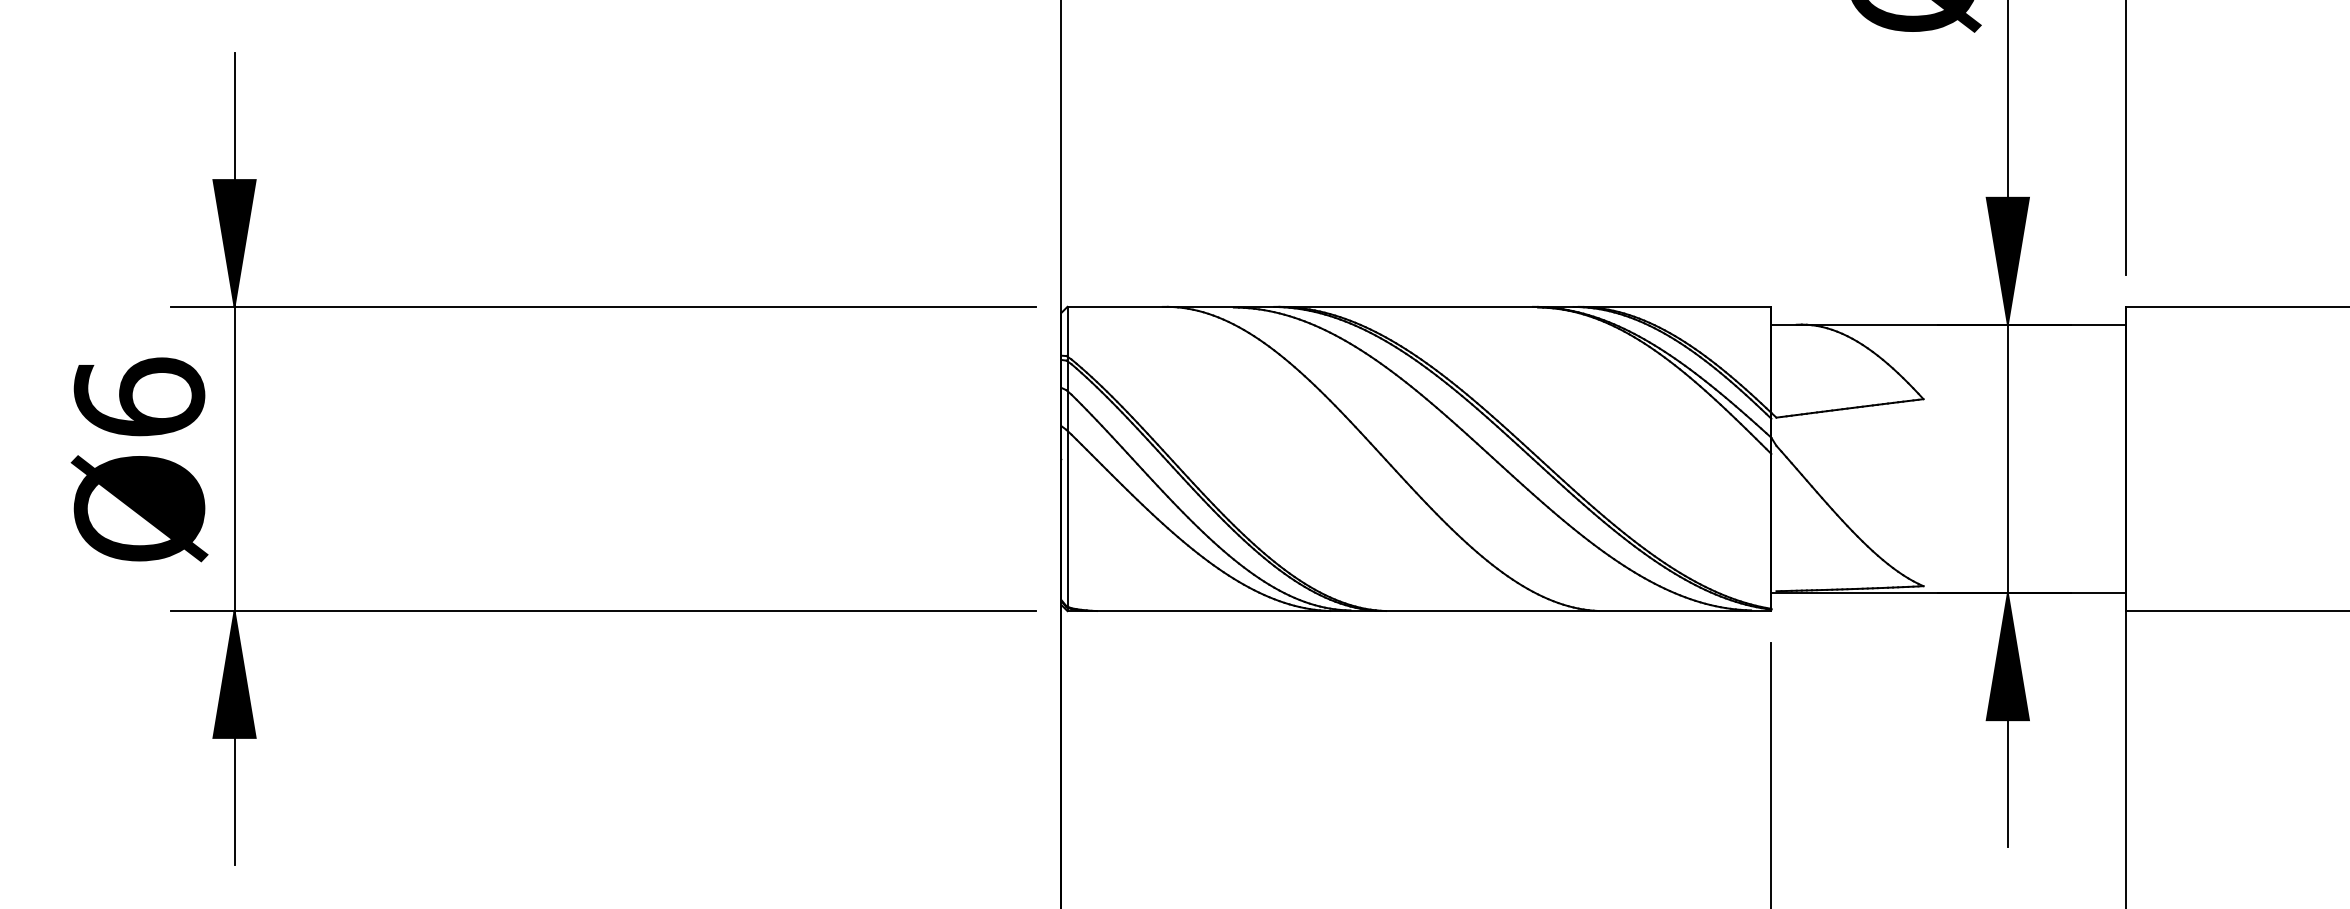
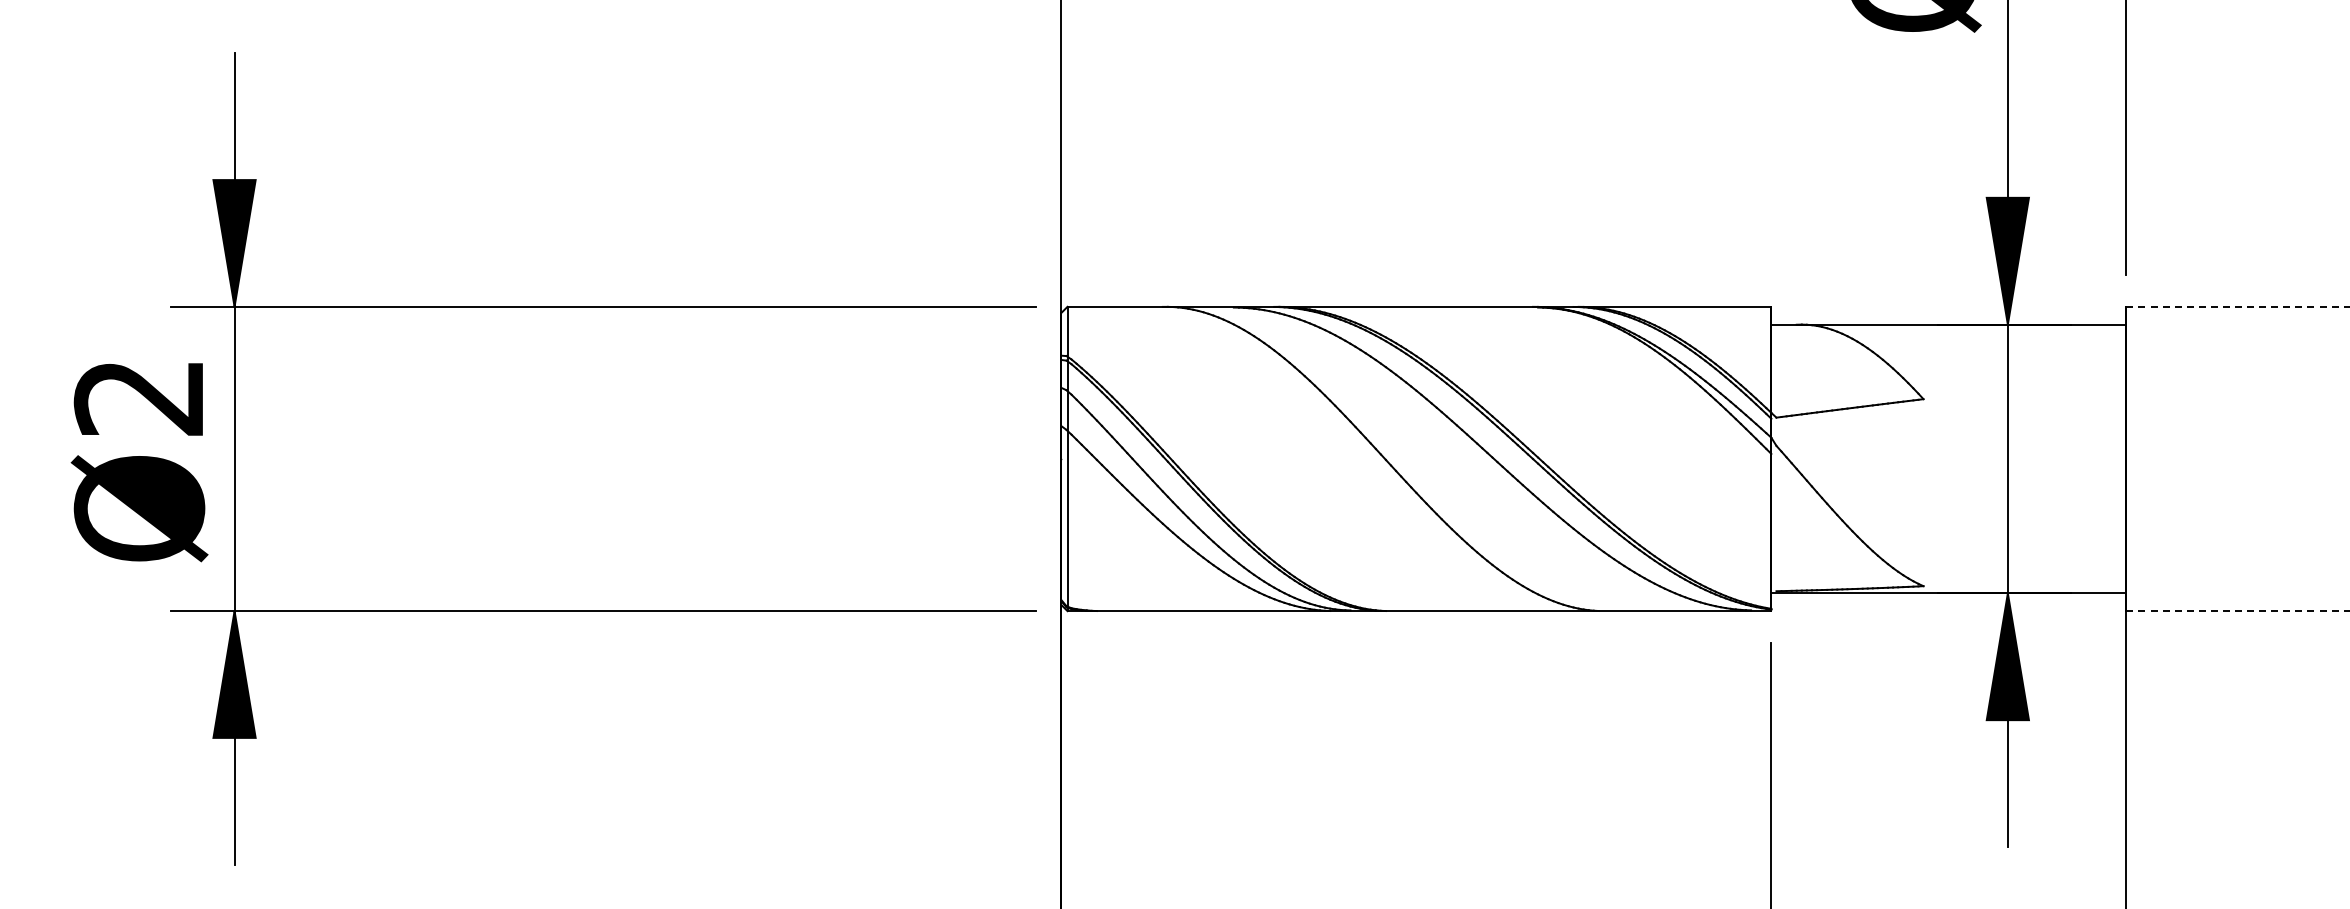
line at (2238, 306): solid -> dashed
text at (139, 396): Ø6 -> Ø2
line at (2238, 611): solid -> dashed
